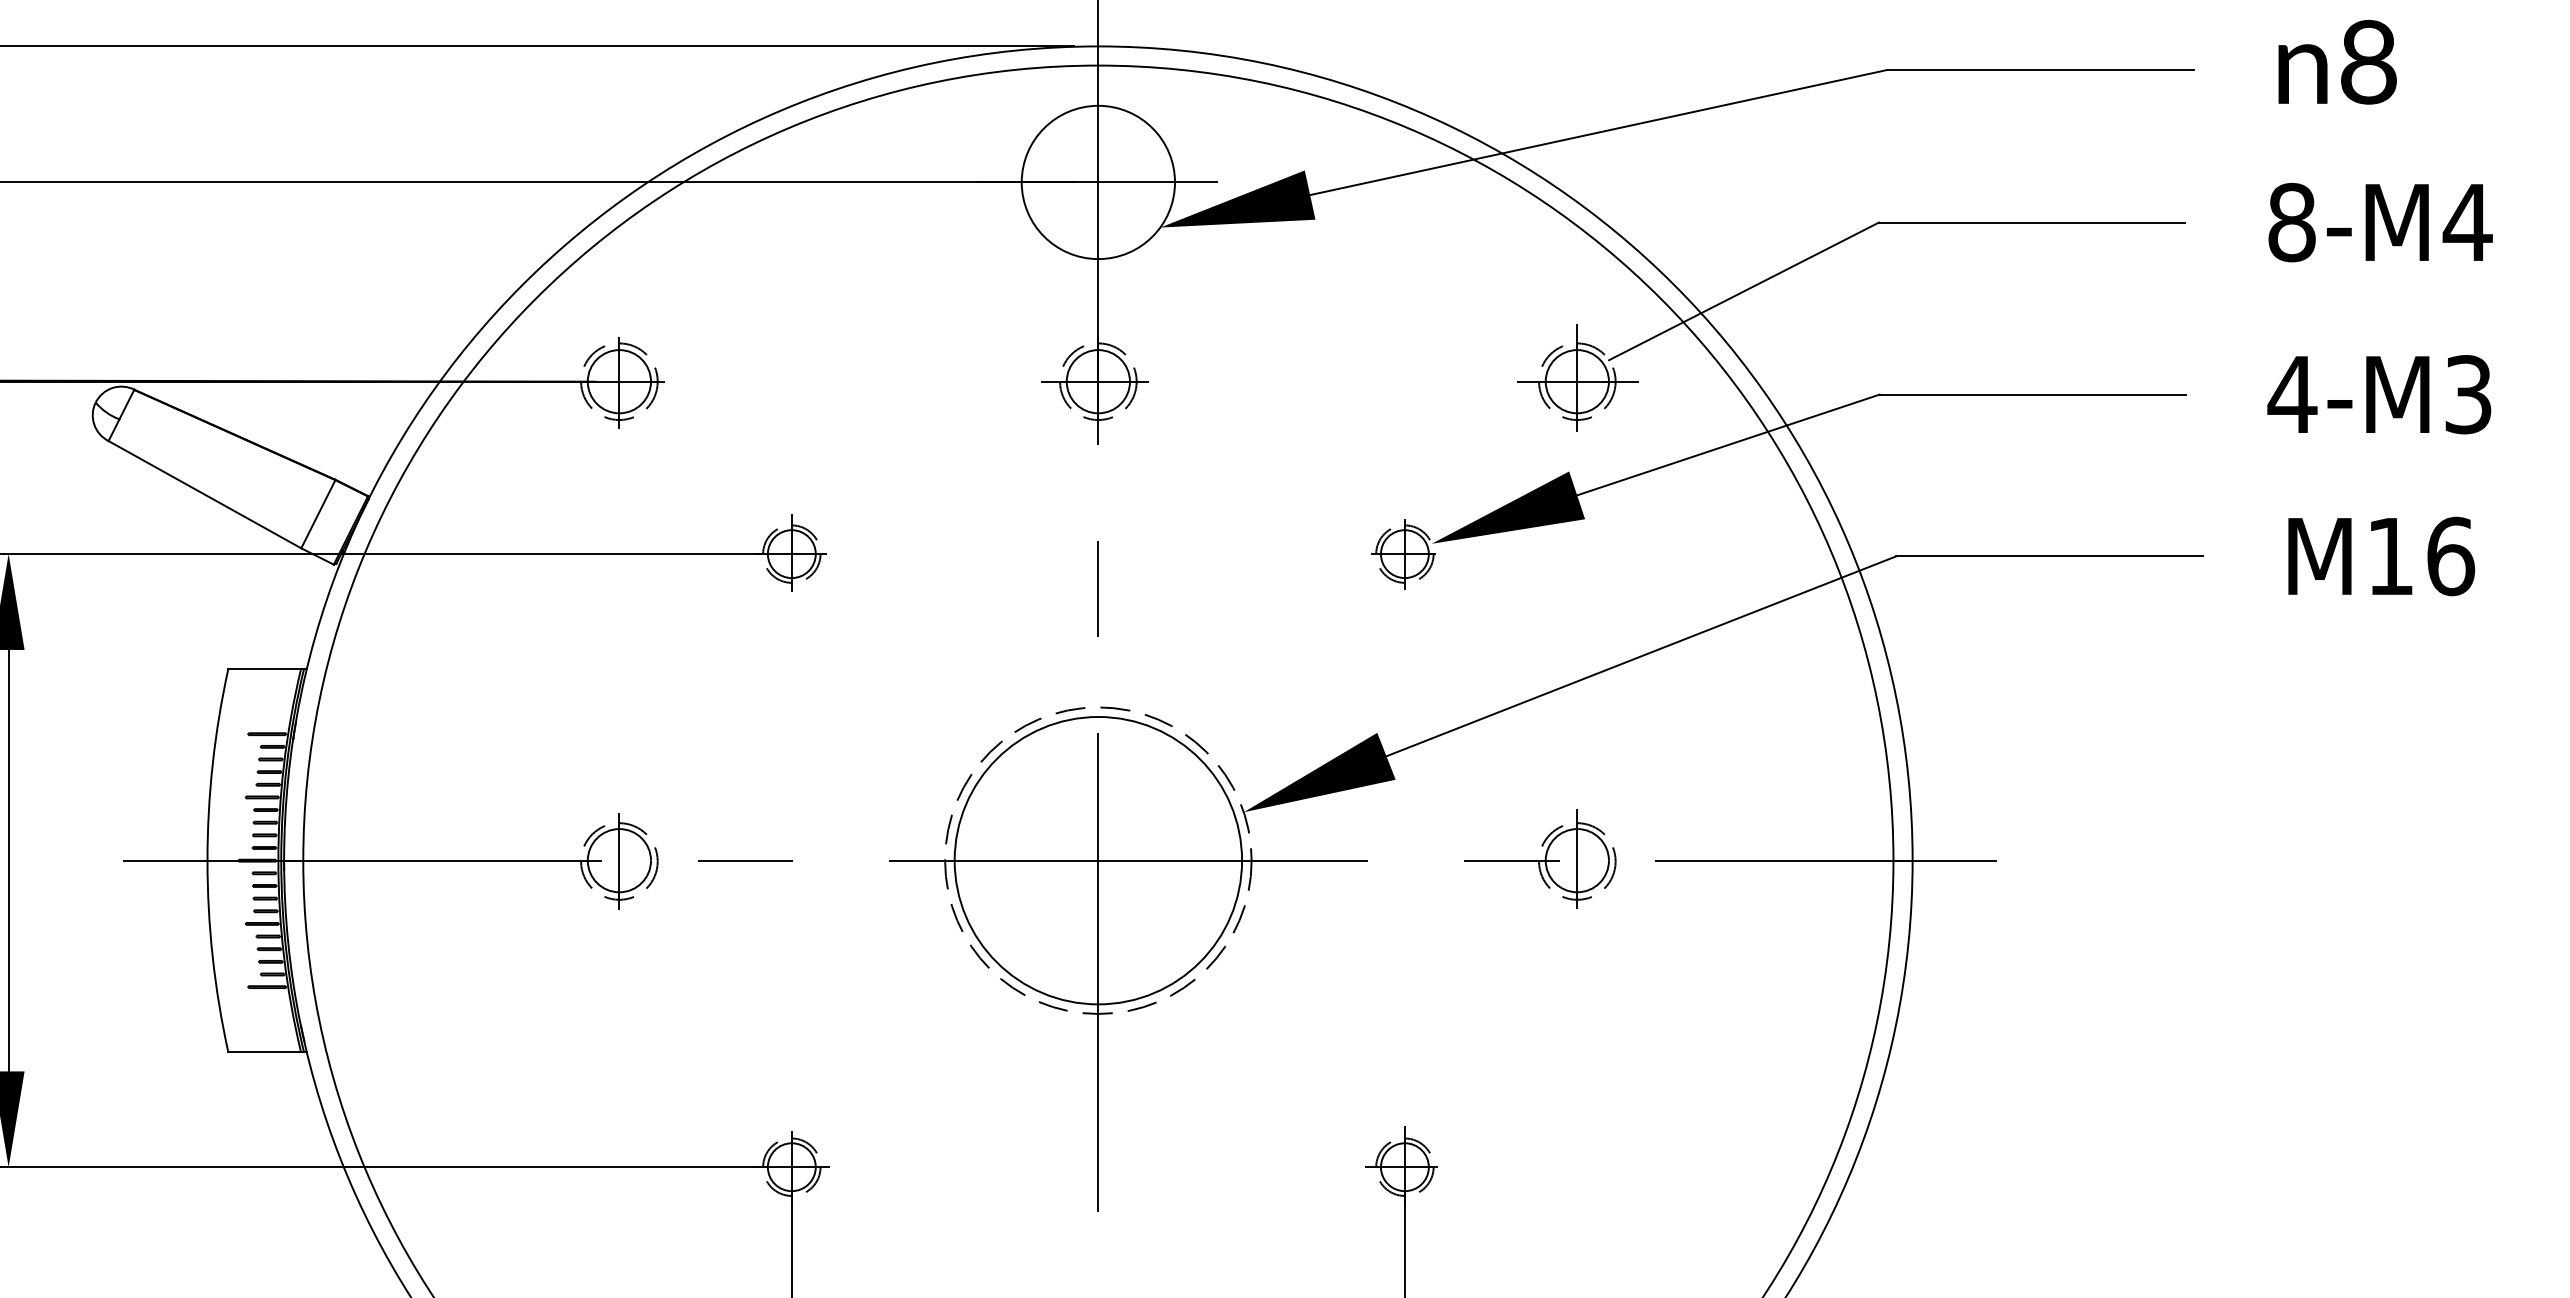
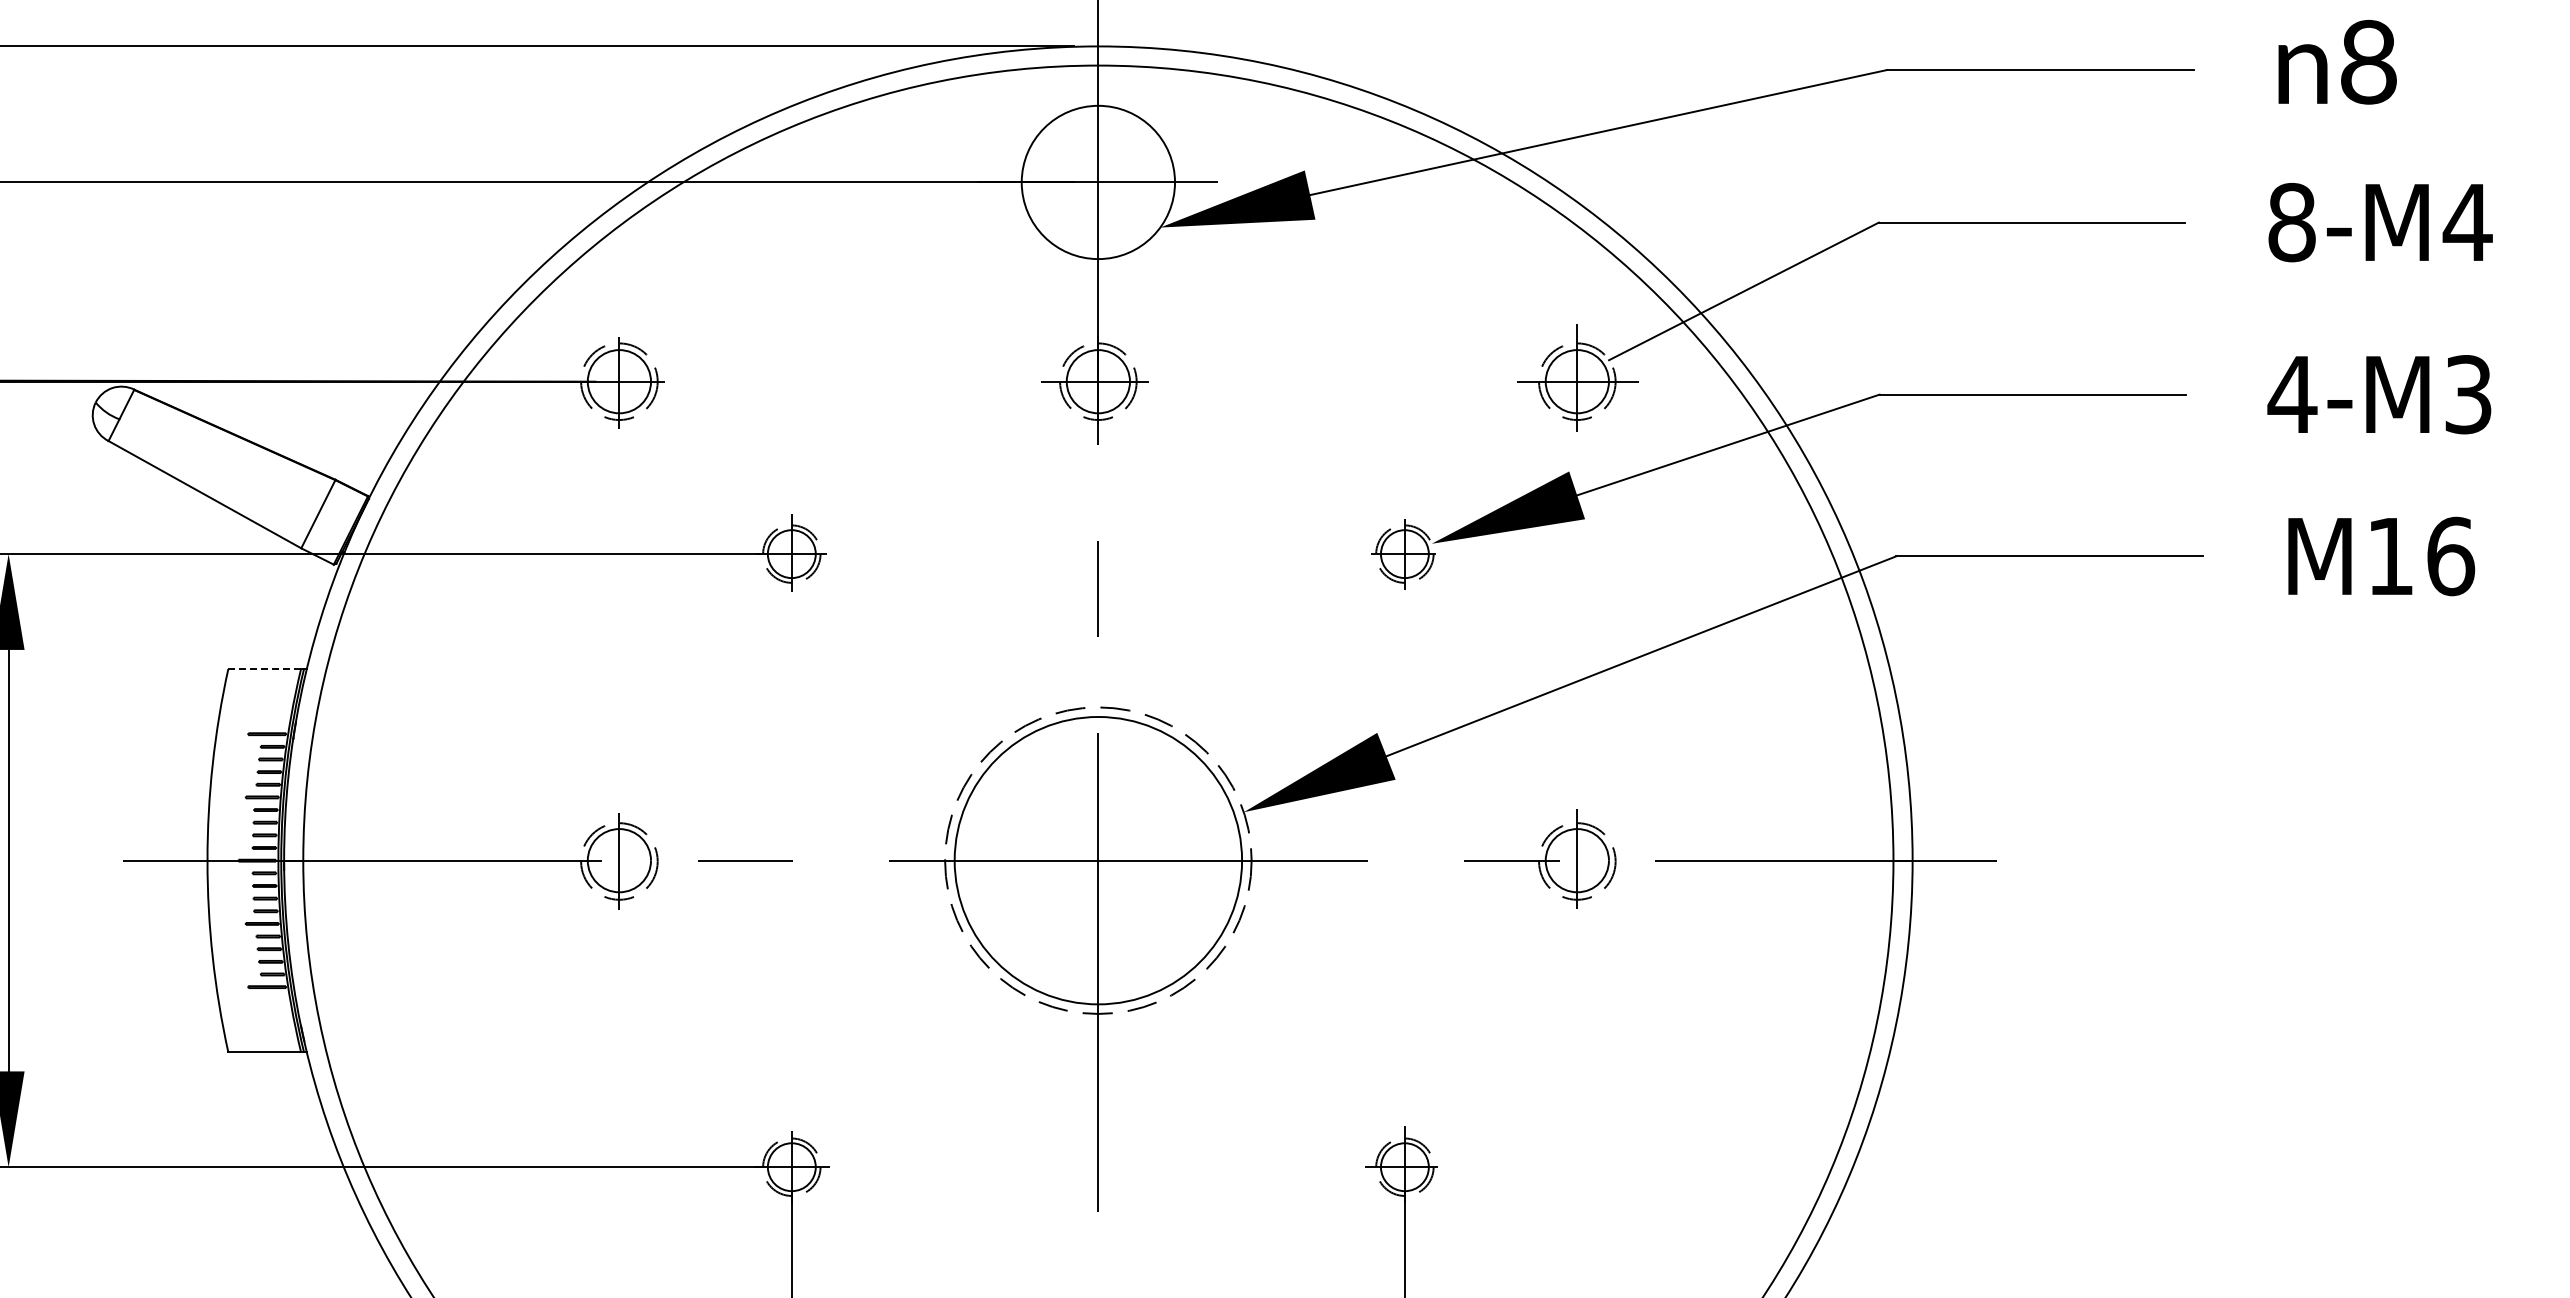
line at (265, 669): solid -> dashed
